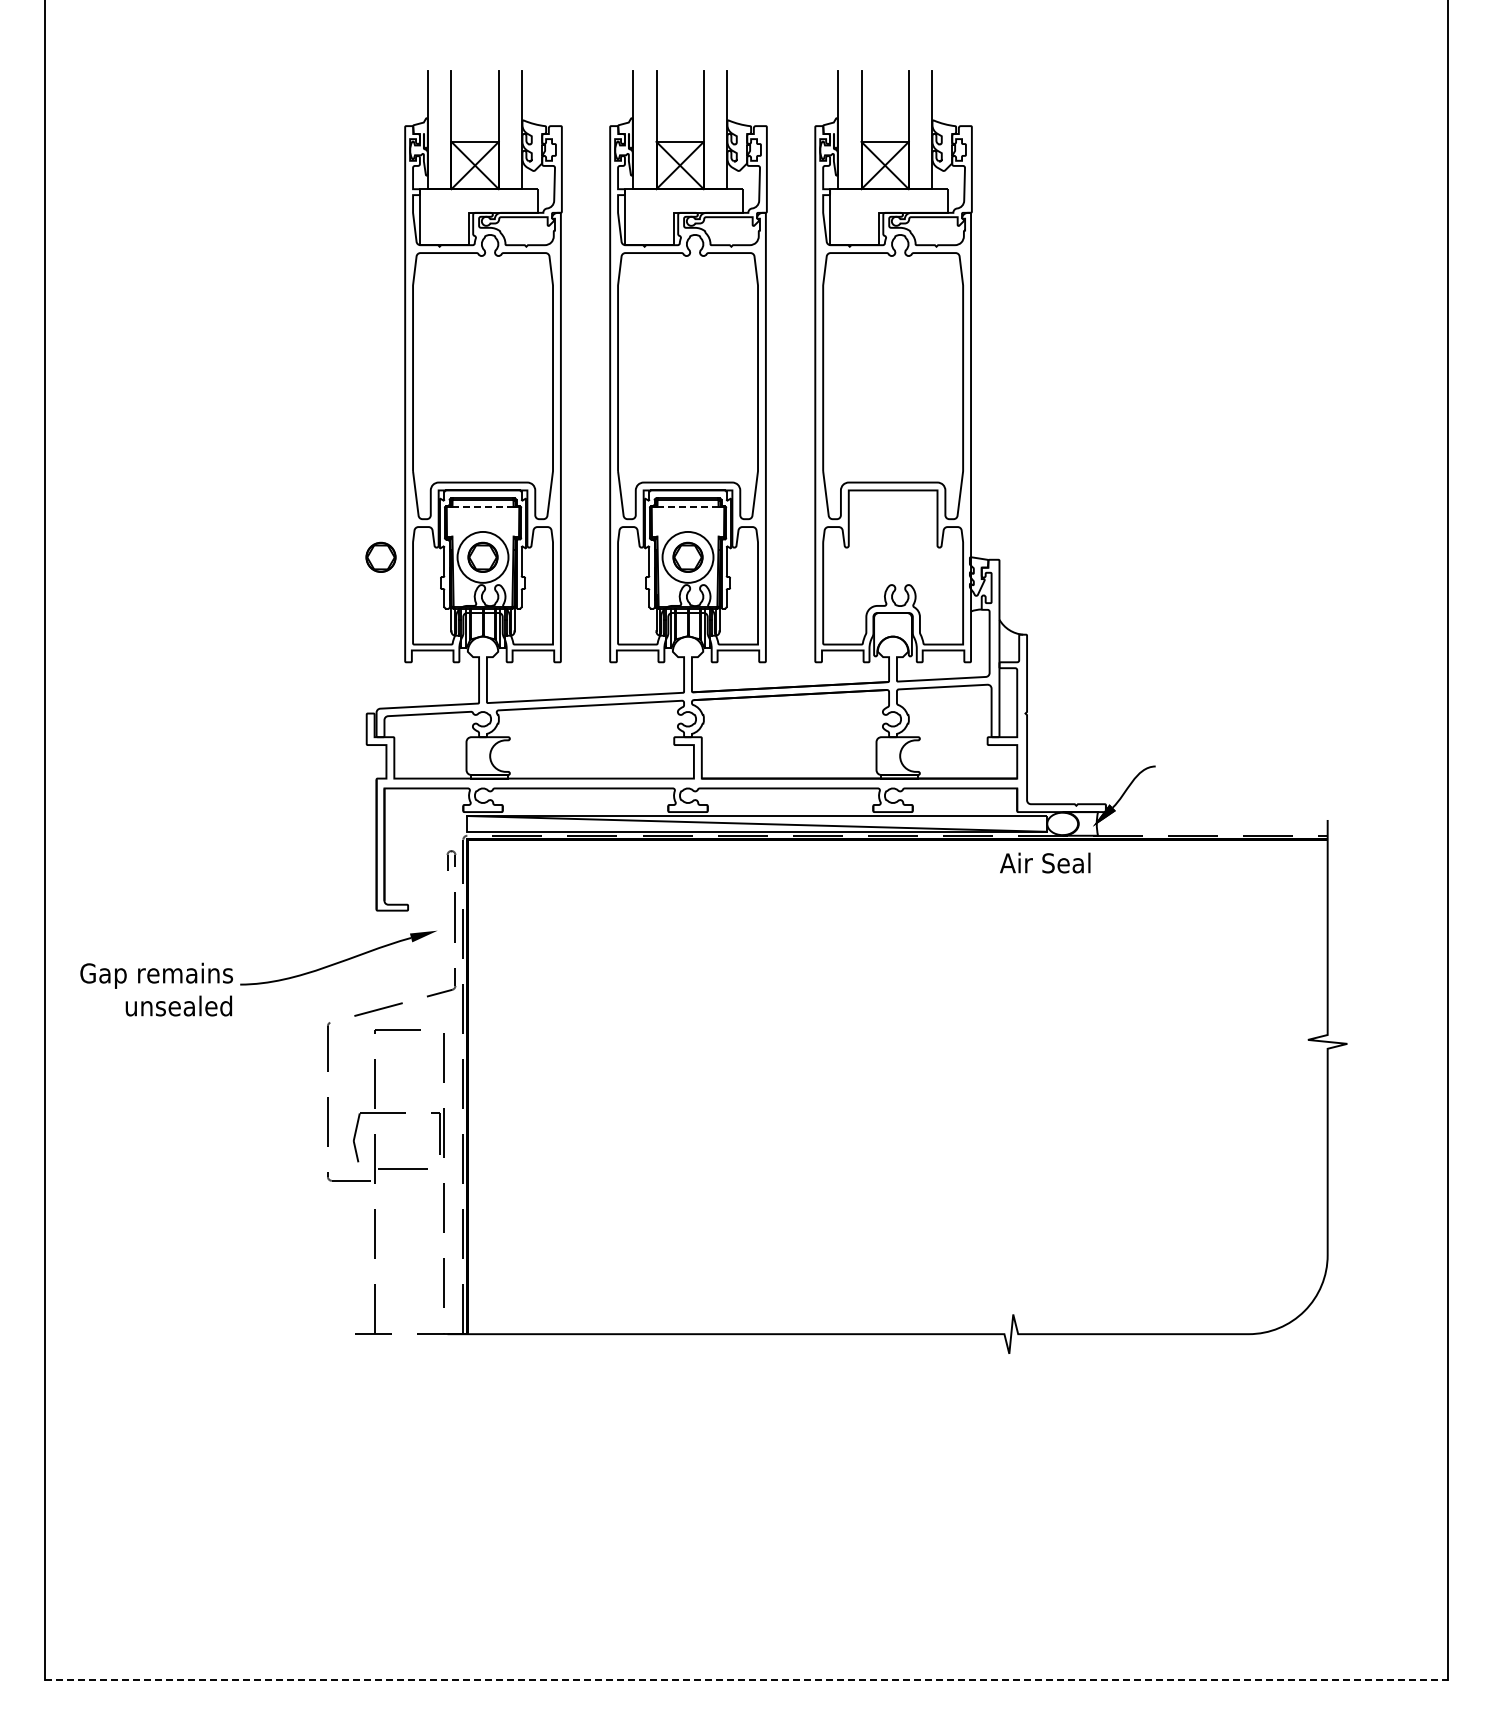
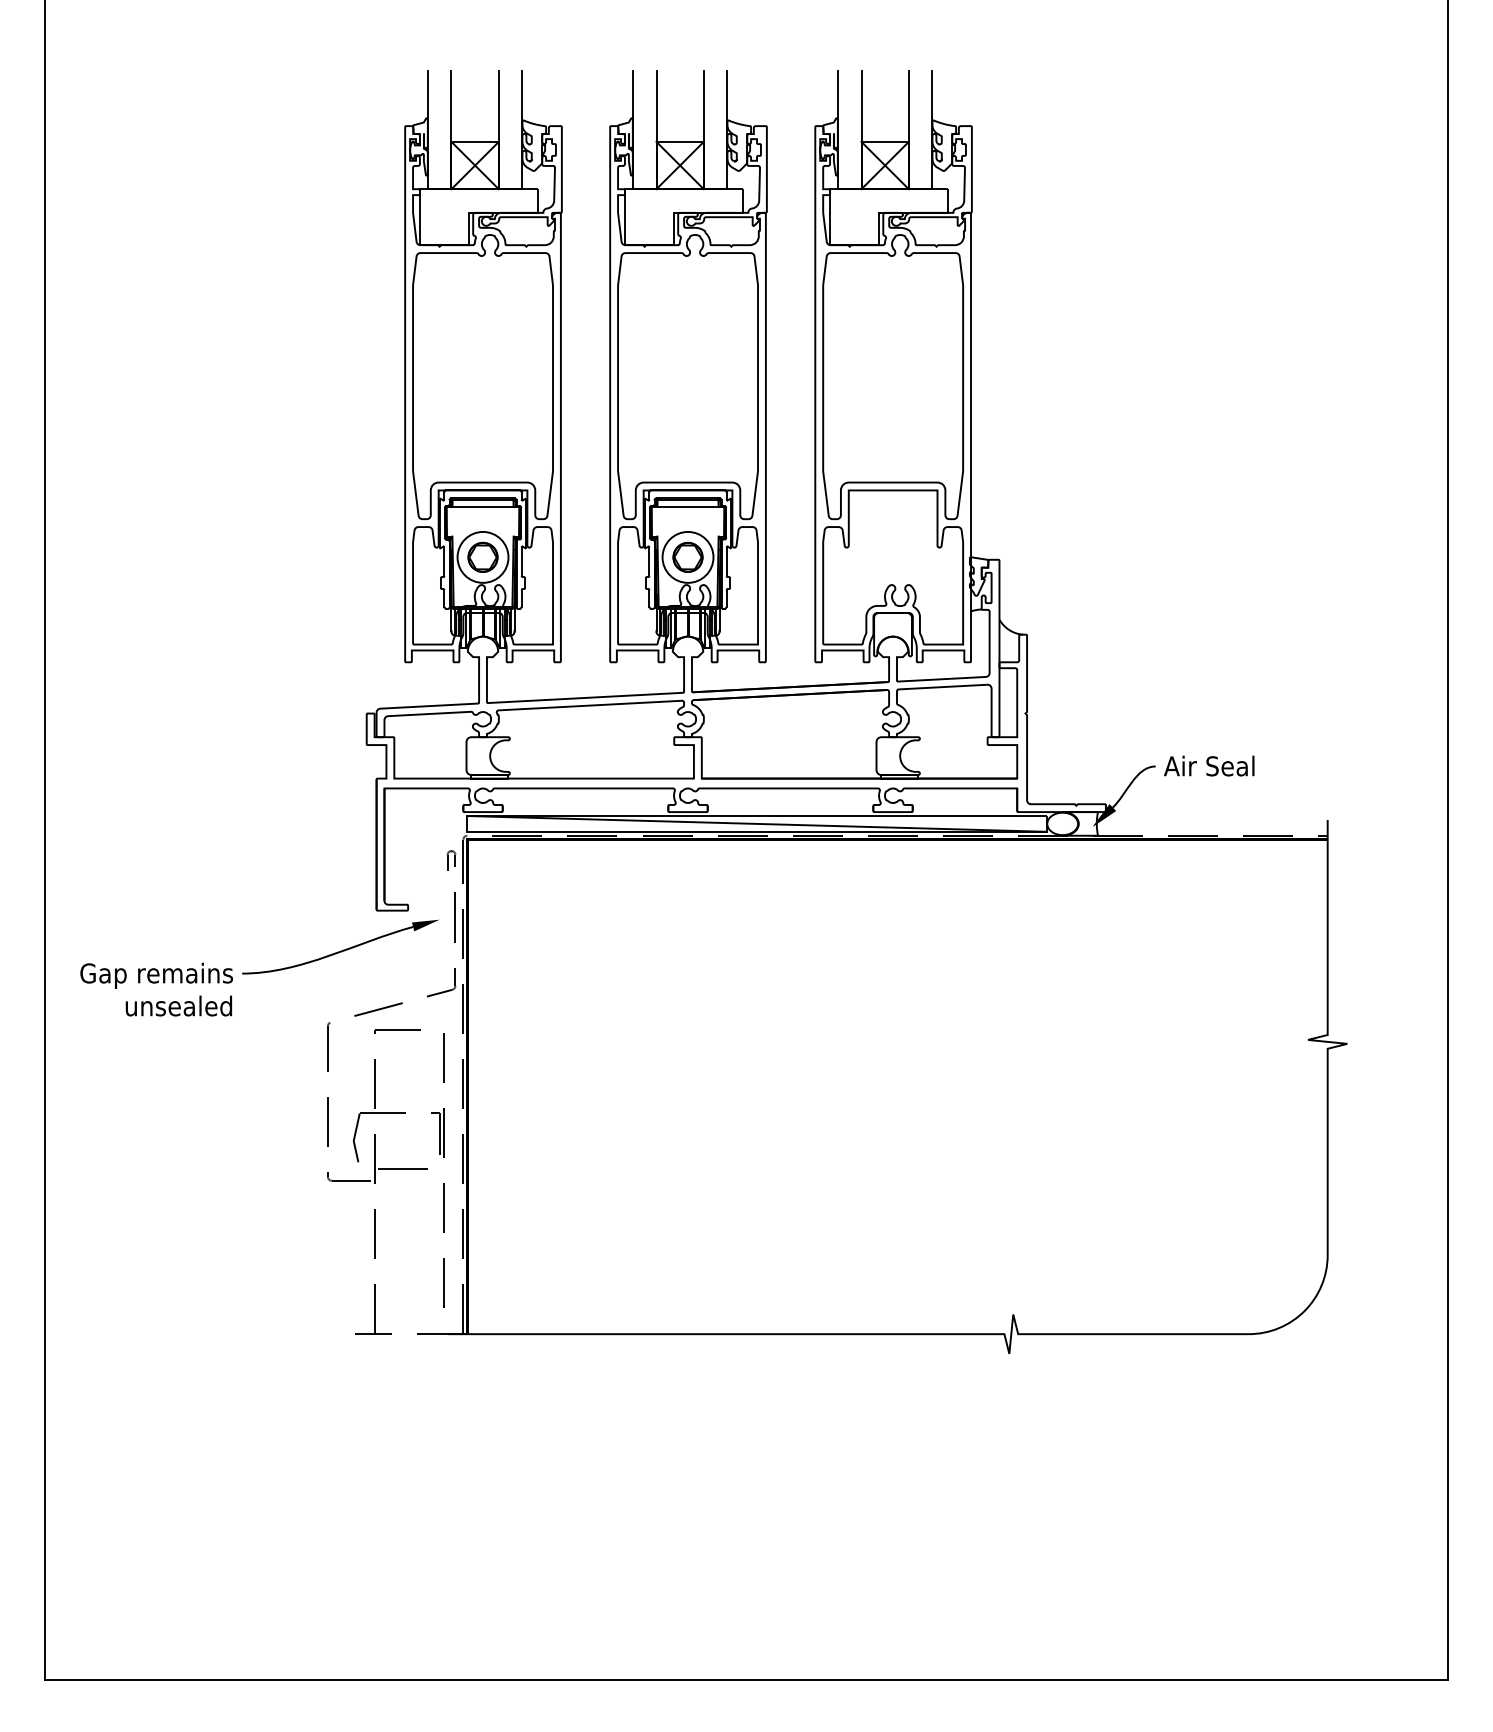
line at (483, 507): dashed -> solid
line at (688, 507): dashed -> solid
part at (380, 556): present -> none
text at (1045, 862) position: (1045, 862) -> (1209, 765)
part at (338, 957) position: (338, 957) -> (340, 946)
line at (746, 1680): dashed -> solid
